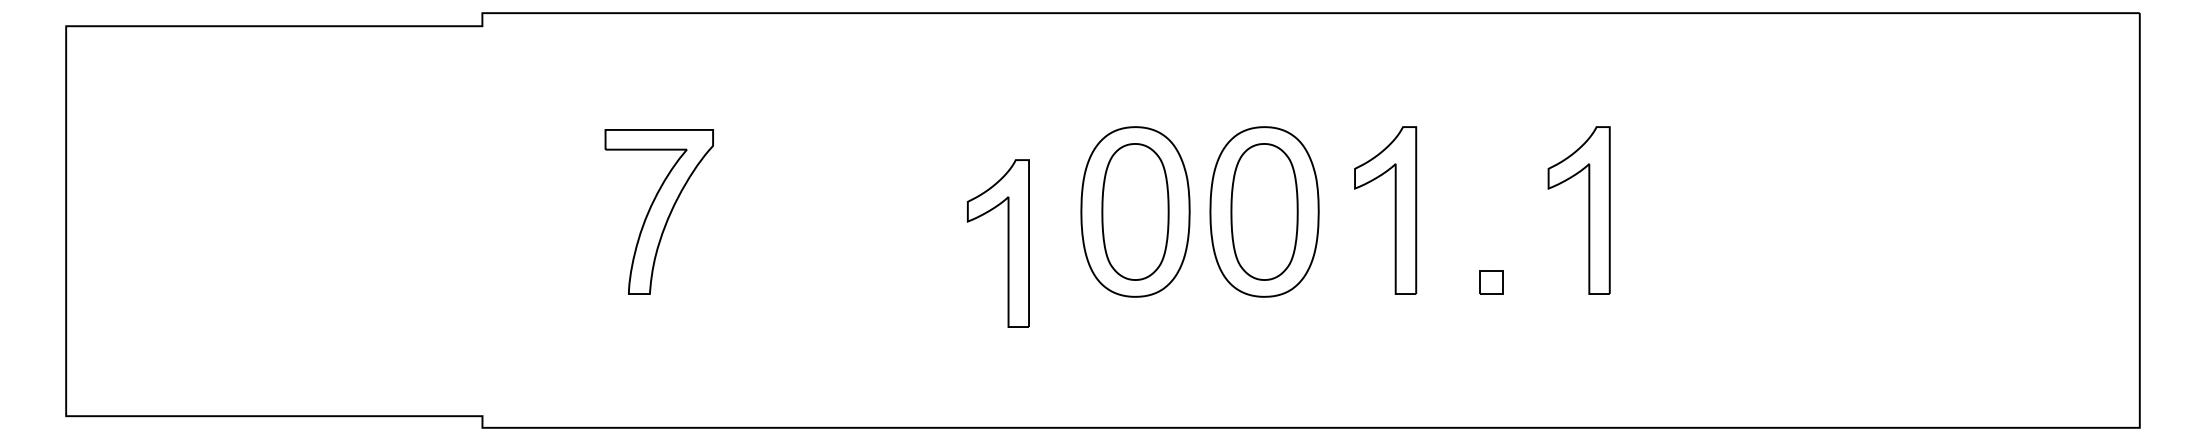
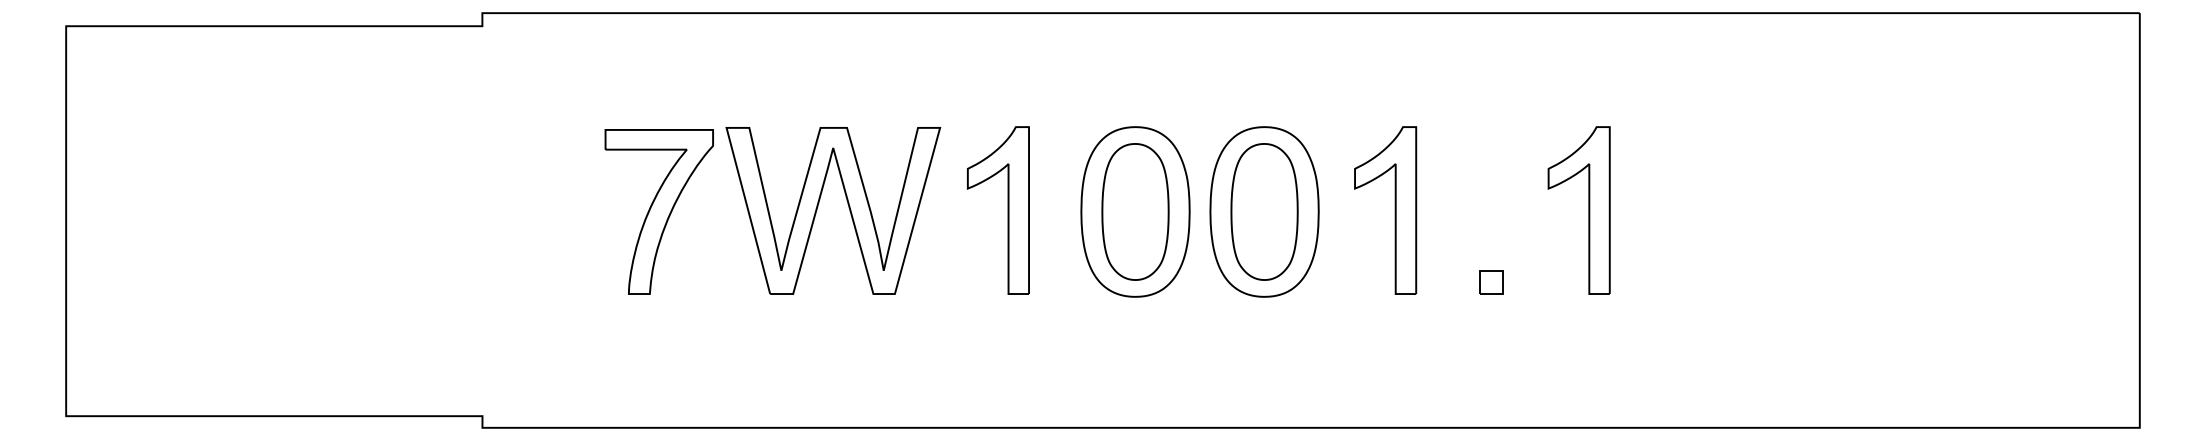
part at (847, 204): none -> present
part at (1007, 243) position: (1007, 243) -> (1007, 210)
